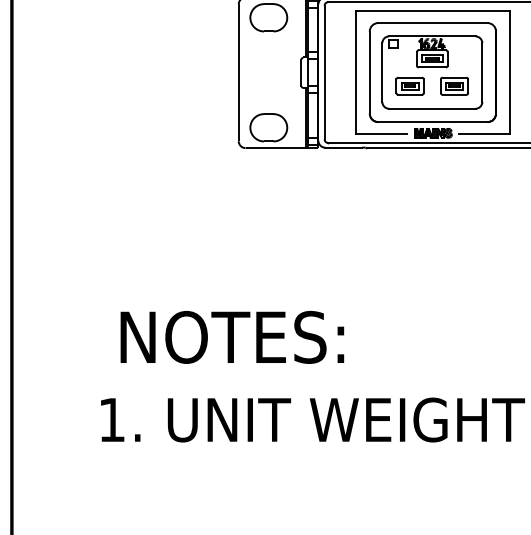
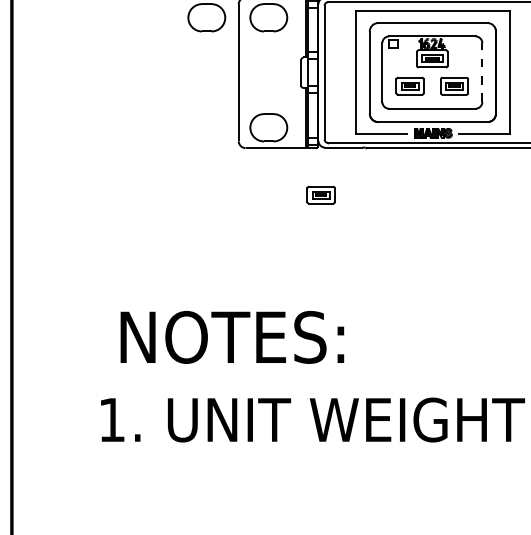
part at (206, 17): none -> present
line at (482, 72): solid -> dashed
part at (320, 194): none -> present
